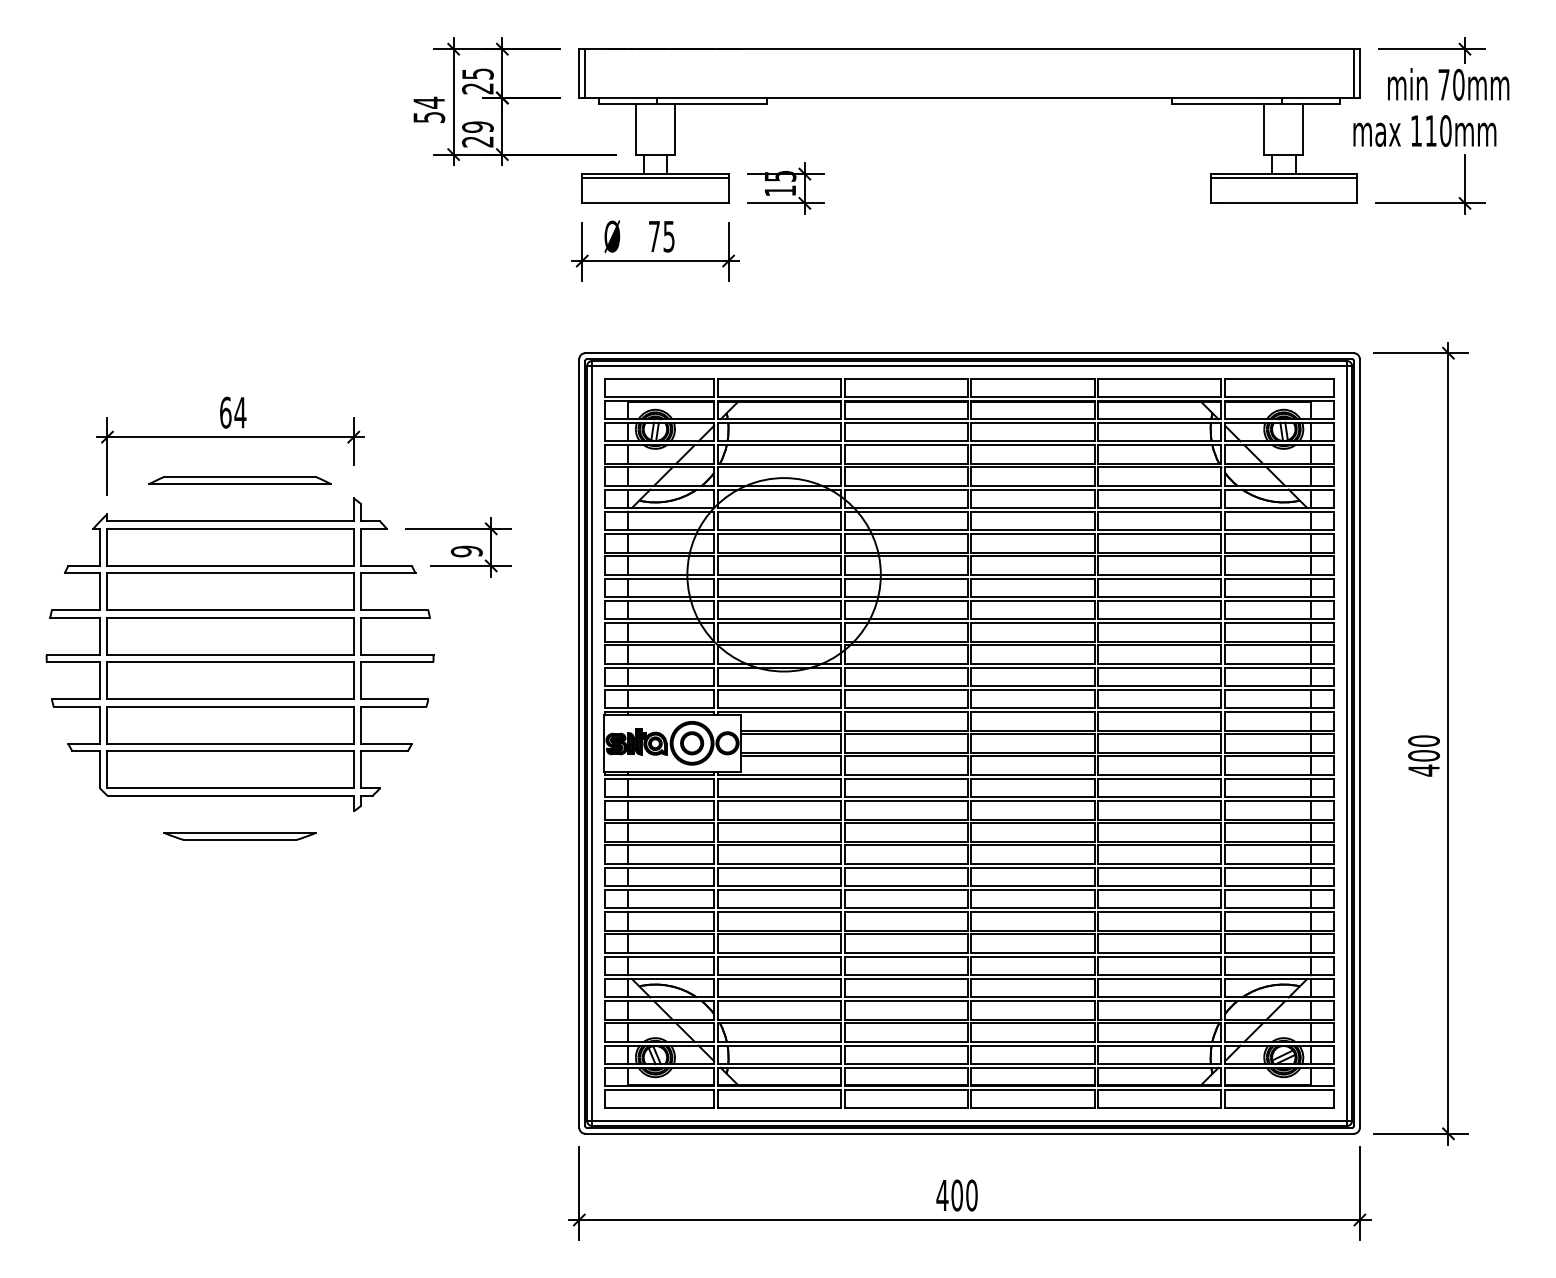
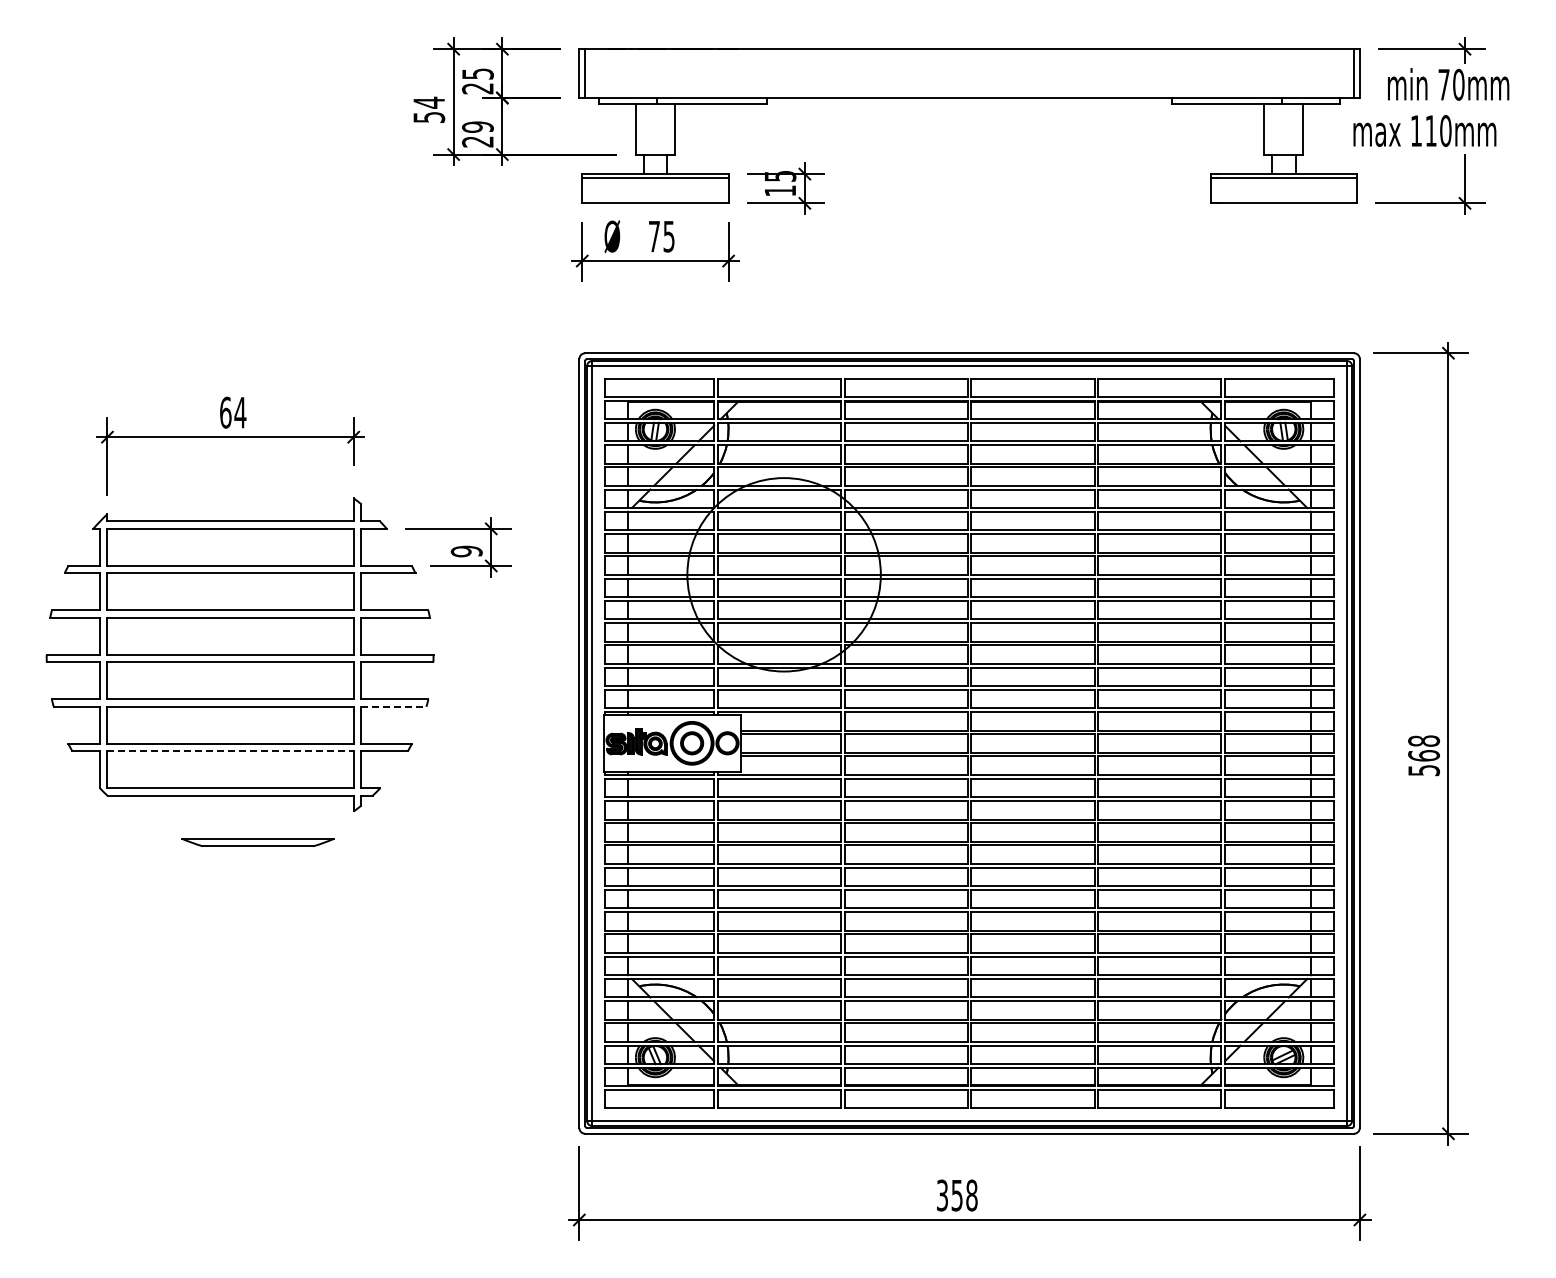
part at (239, 480): present -> none
line at (393, 706): solid -> dashed
line at (231, 751): solid -> dashed
text at (1424, 755): 400 -> 568
part at (239, 836) position: (239, 836) -> (257, 842)
text at (956, 1195): 400 -> 358
